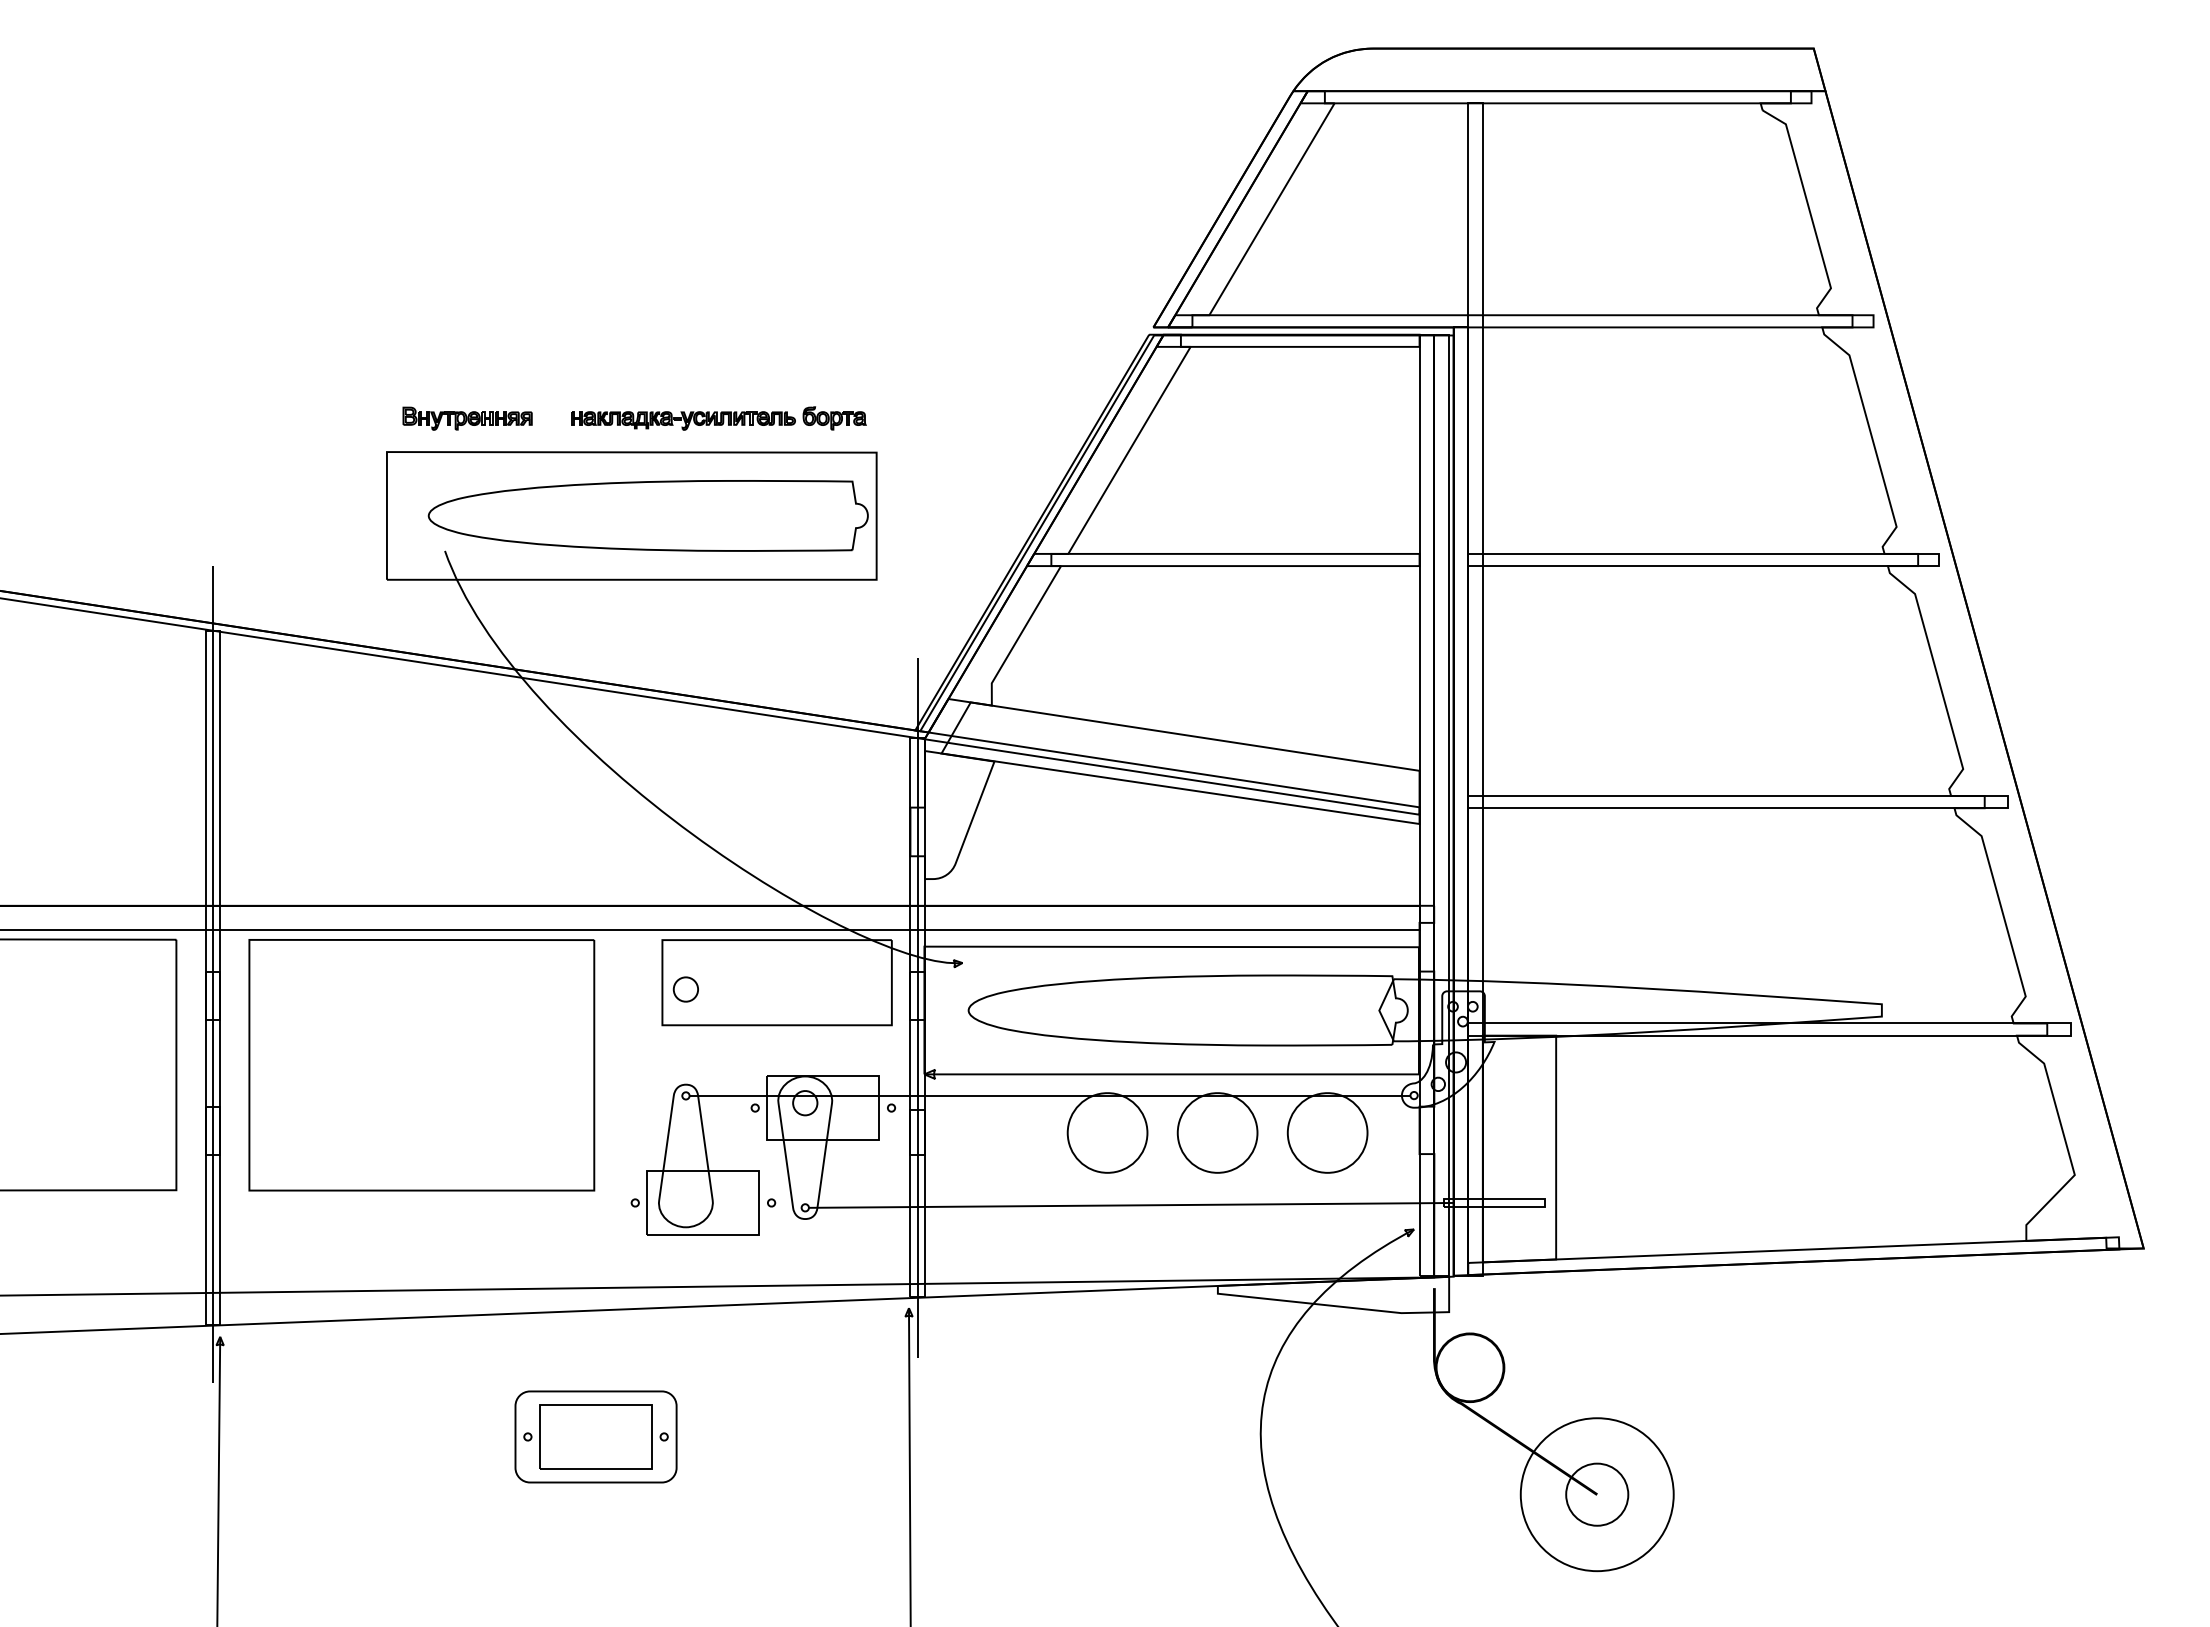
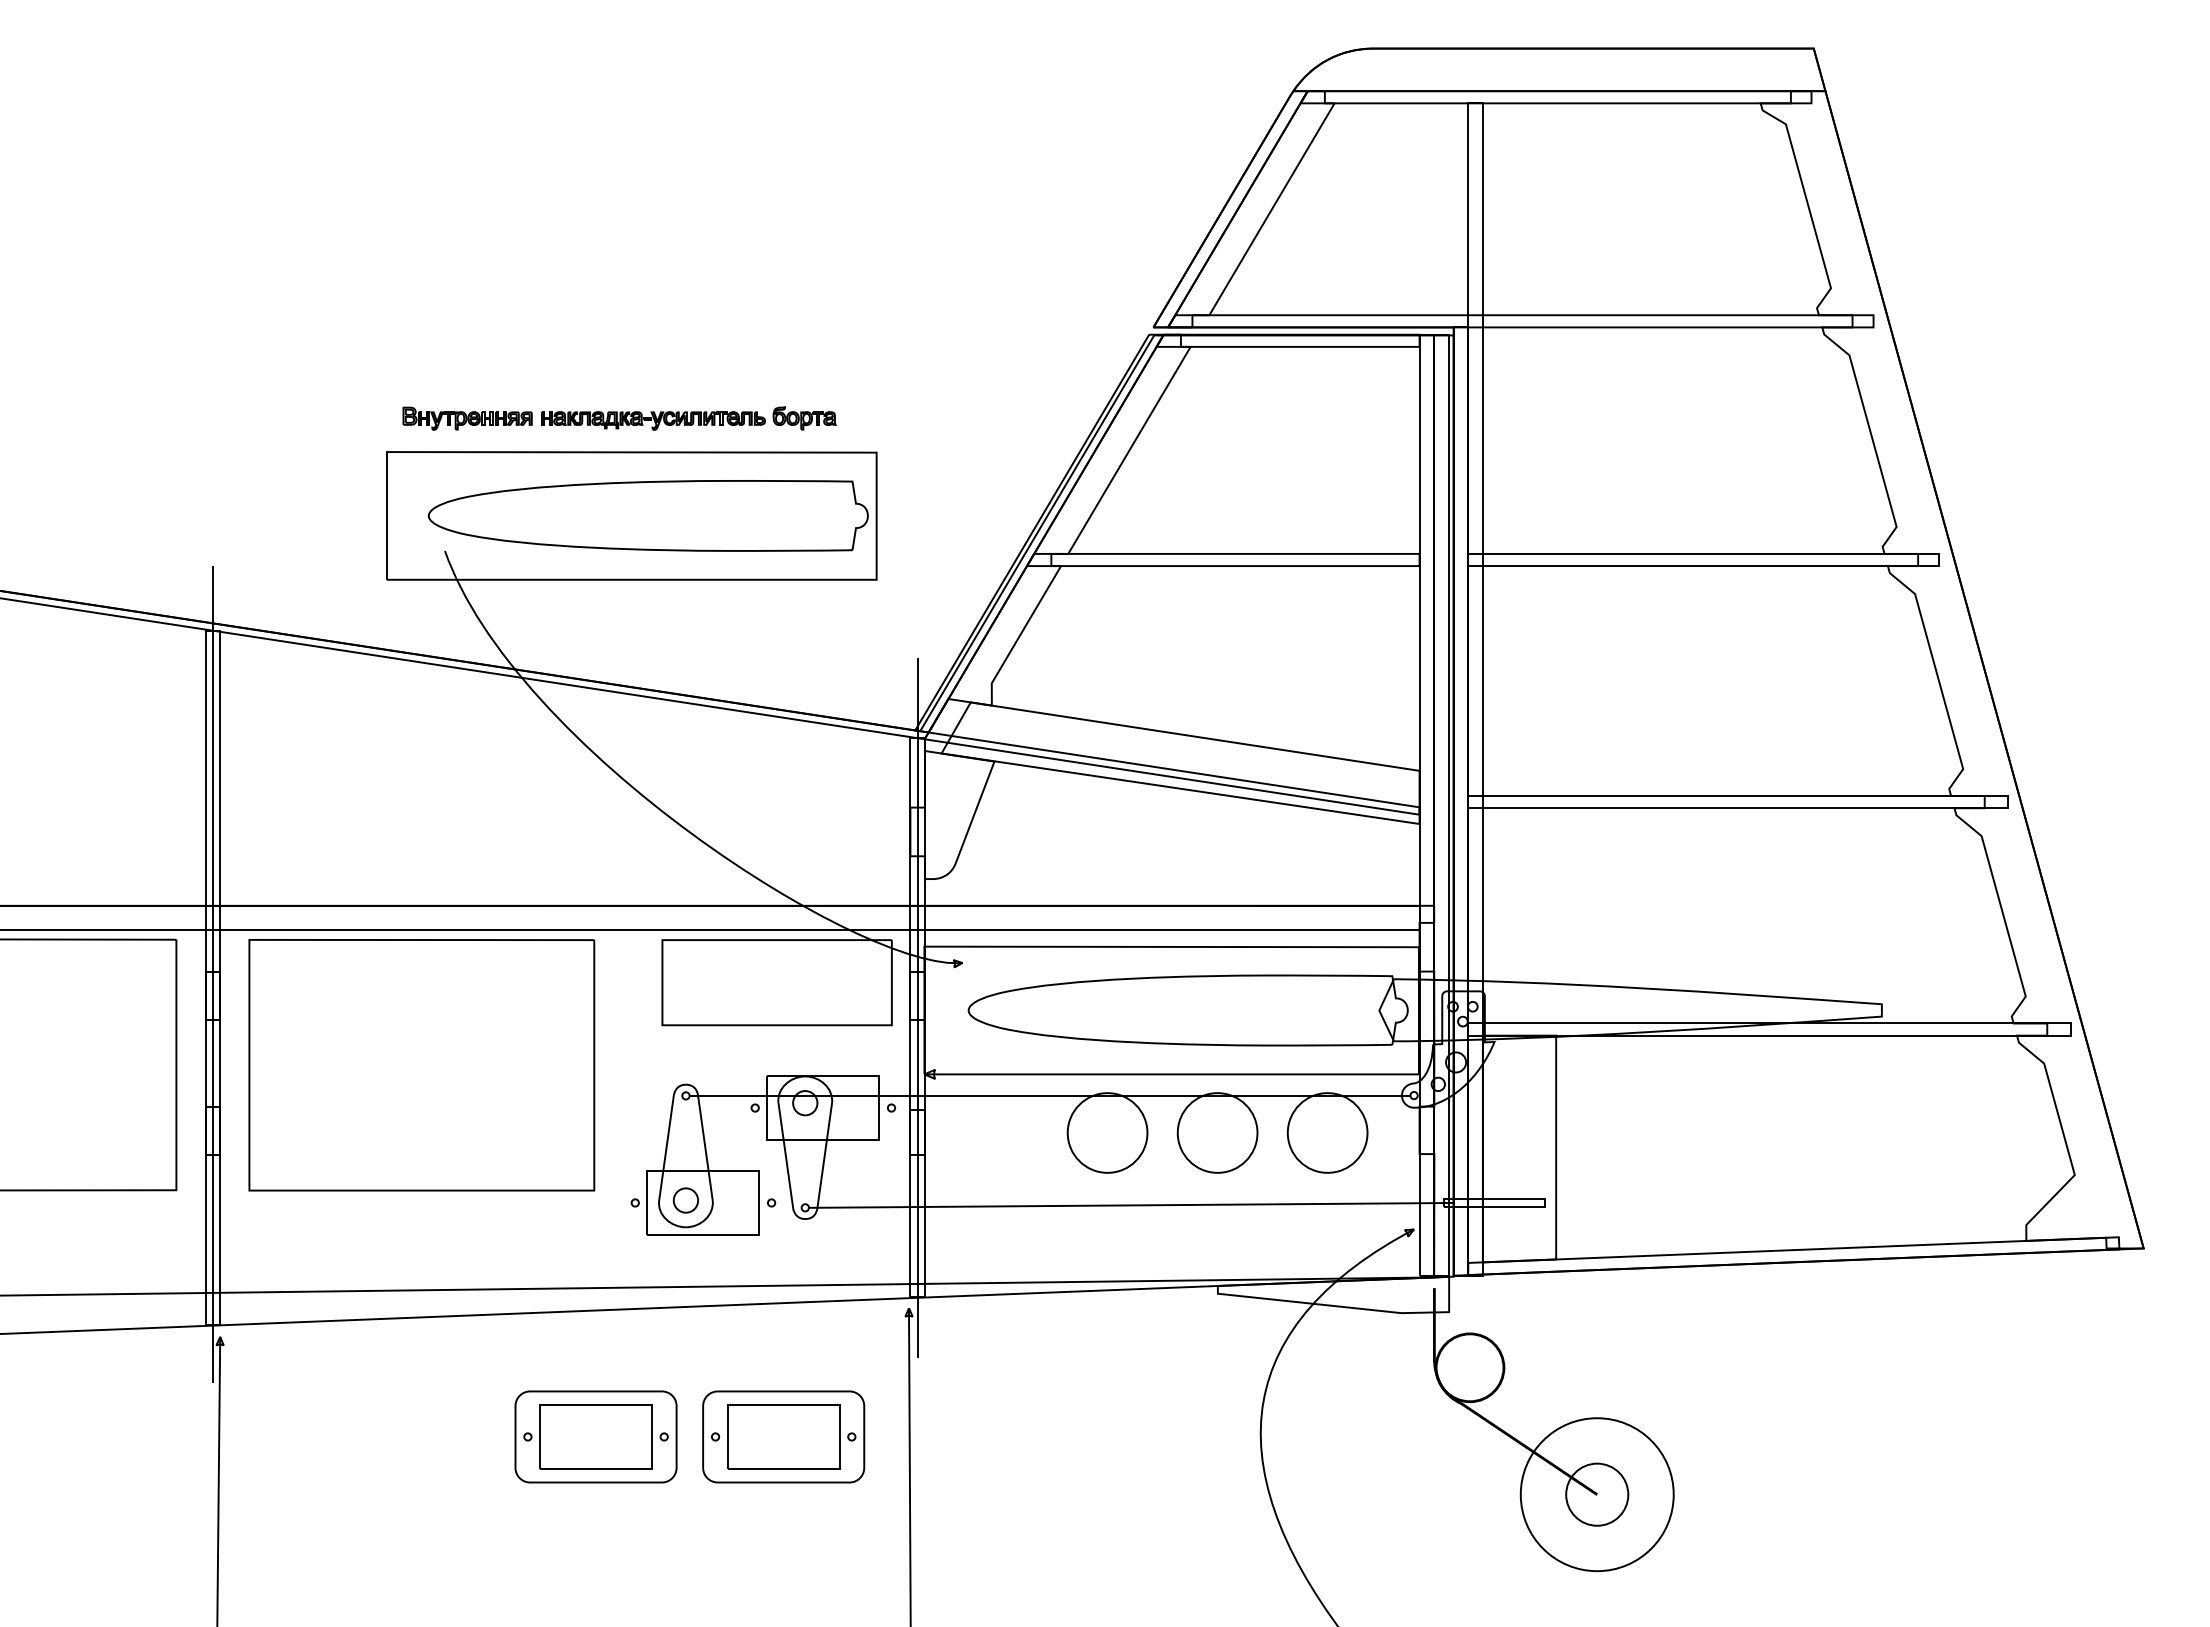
part at (718, 418) position: (718, 418) -> (688, 418)
part at (685, 989) position: (685, 989) -> (685, 1200)
part at (783, 1436): none -> present
